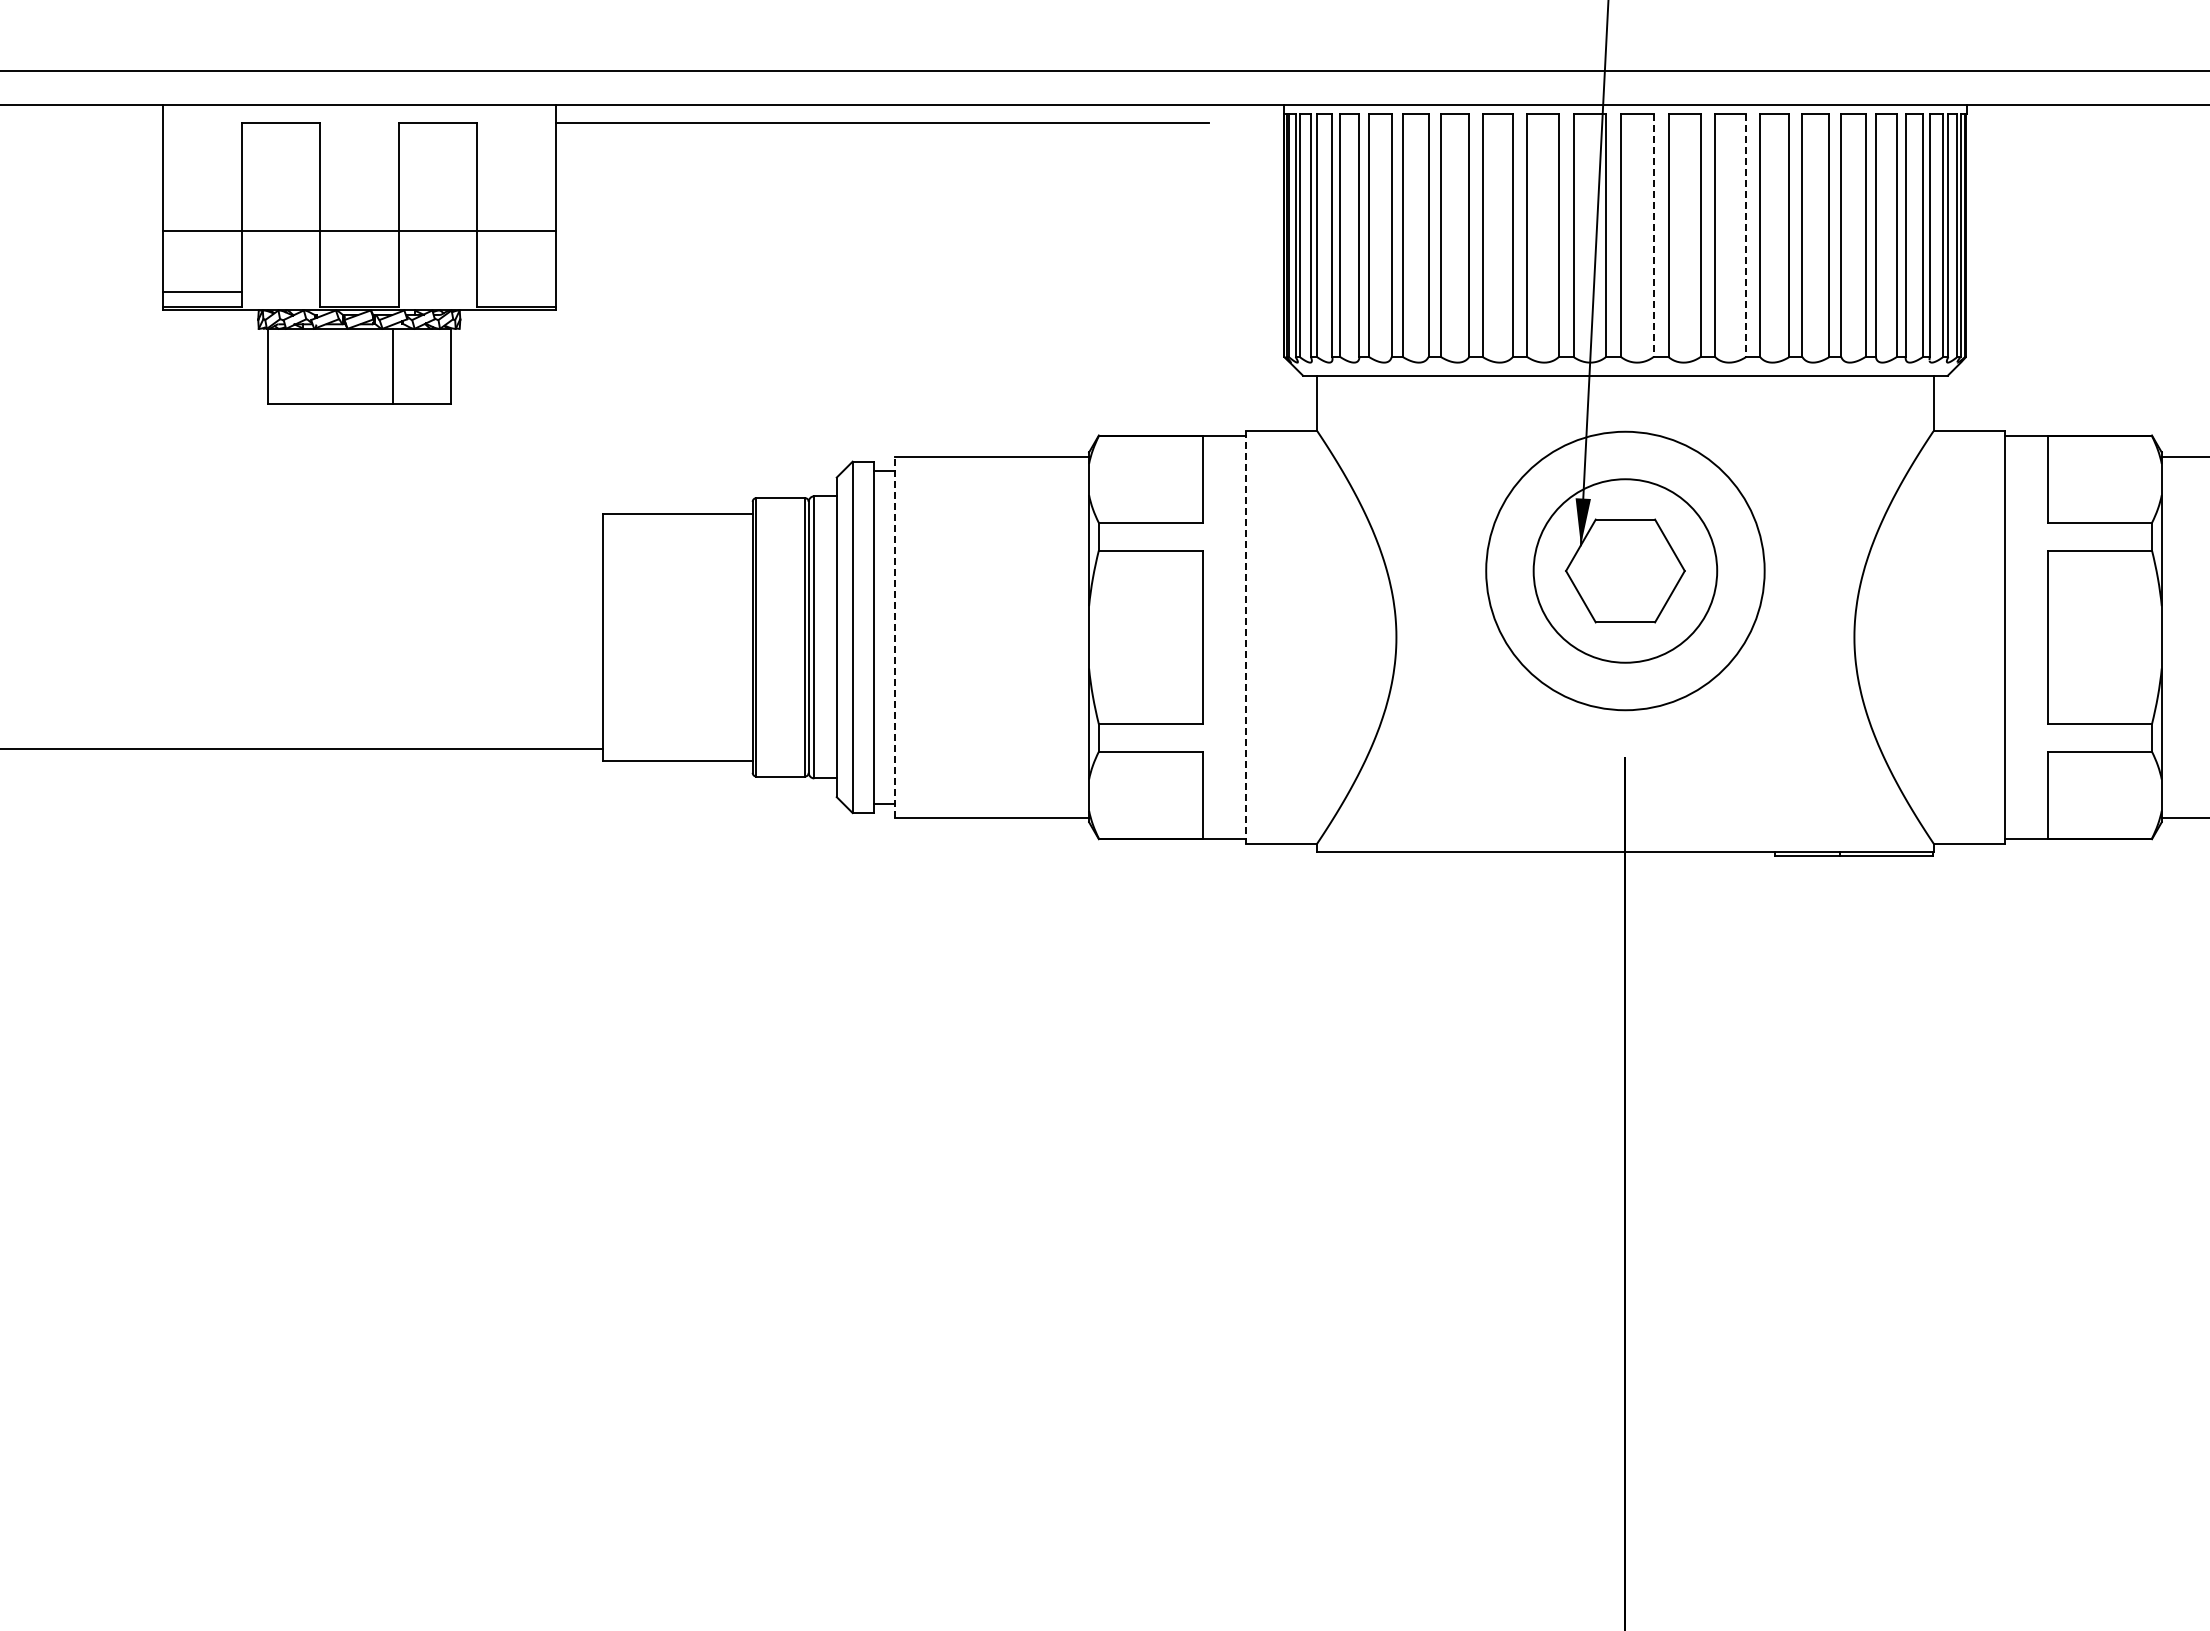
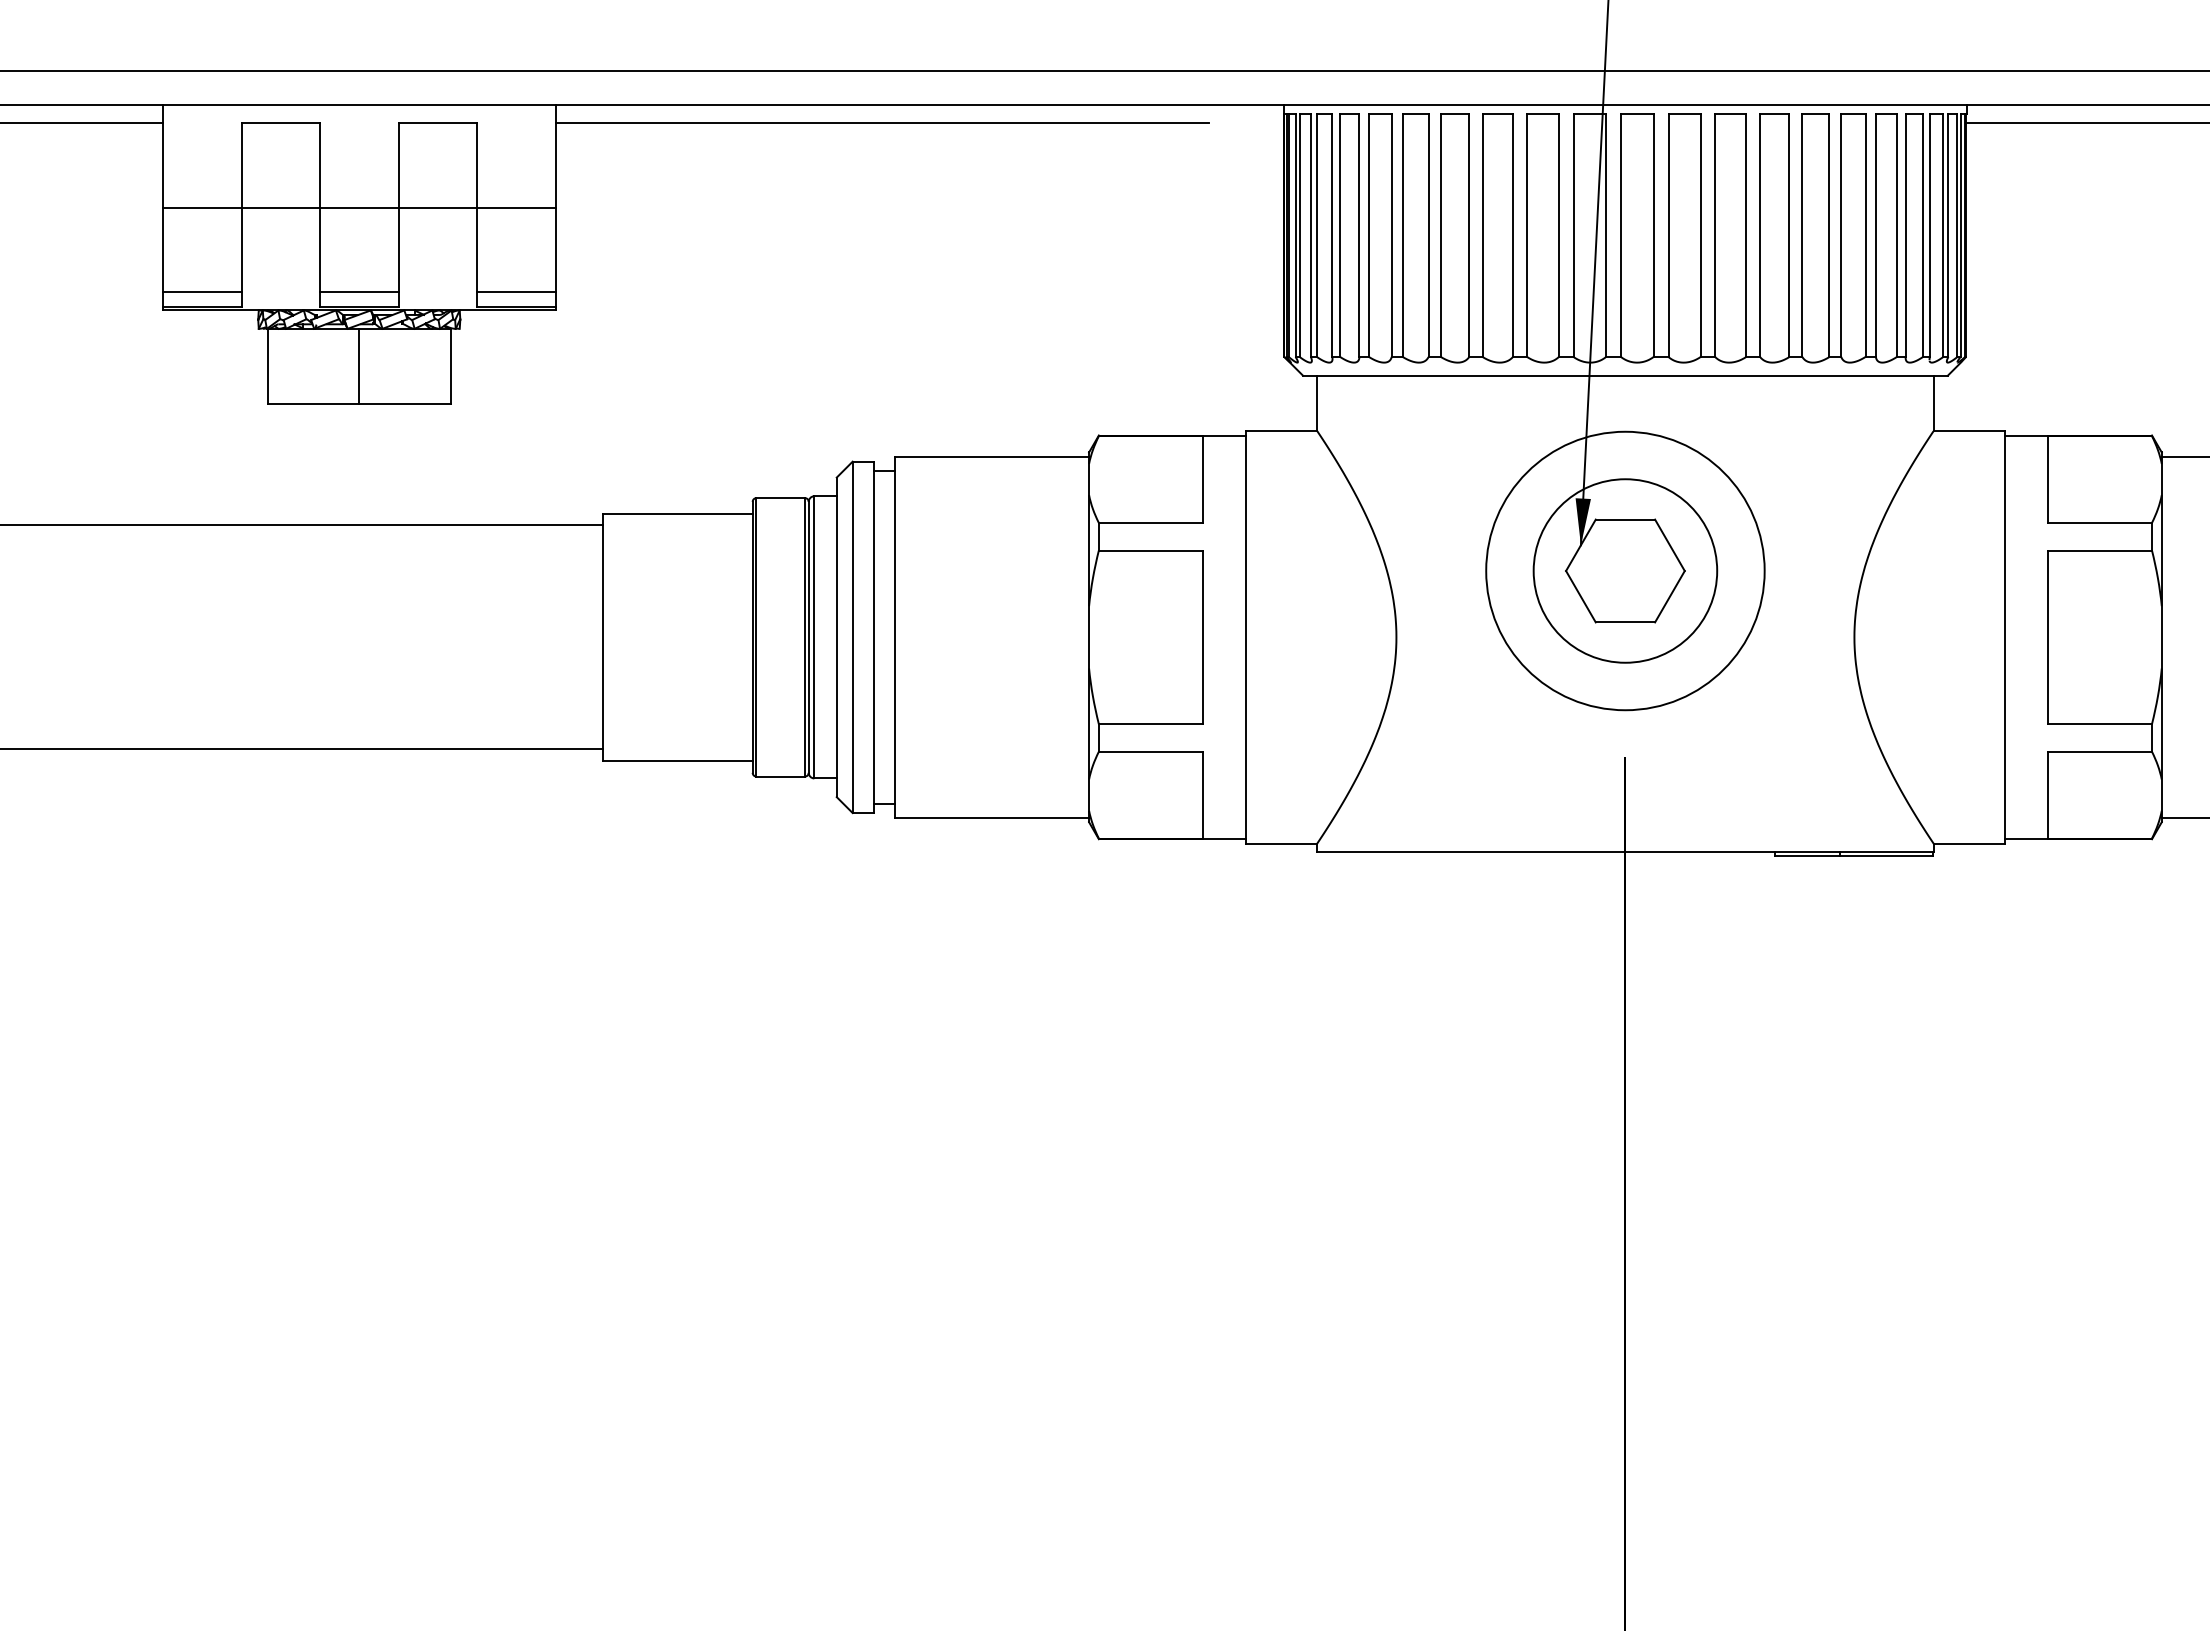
line at (82, 123): none -> present
line at (2086, 123): none -> present
line at (359, 230) position: (359, 230) -> (359, 207)
line at (1653, 236): dashed -> solid
line at (1746, 236): dashed -> solid
line at (359, 291): none -> present
line at (516, 291): none -> present
line at (393, 365) position: (393, 365) -> (359, 365)
line at (302, 525): none -> present
line at (894, 636): dashed -> solid
line at (1246, 637): dashed -> solid
